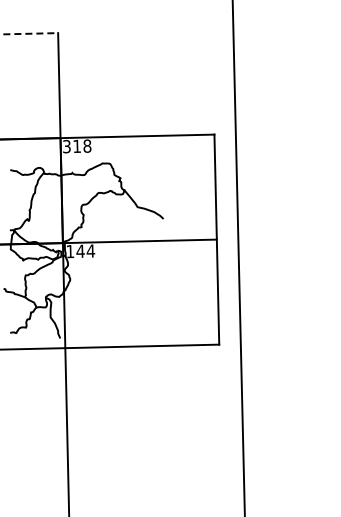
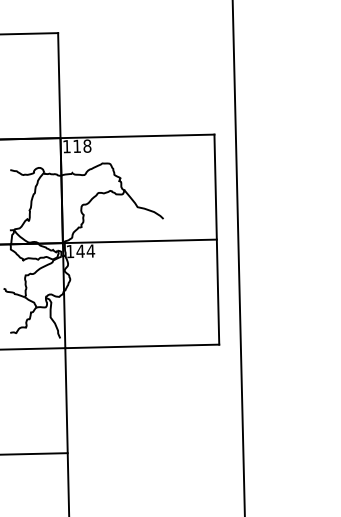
line at (29, 33): dashed -> solid
text at (66, 146): 318 -> 118
line at (34, 453): none -> present
